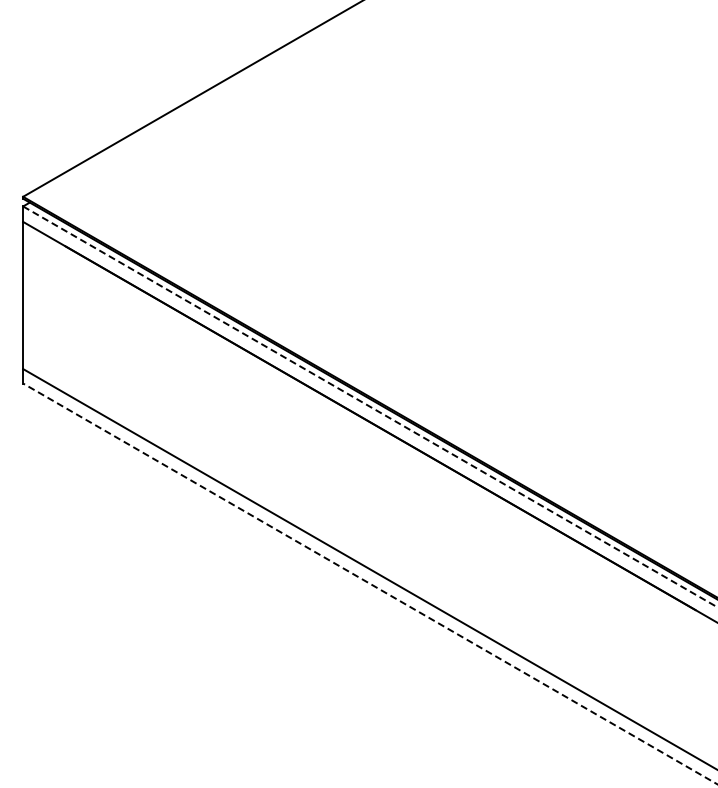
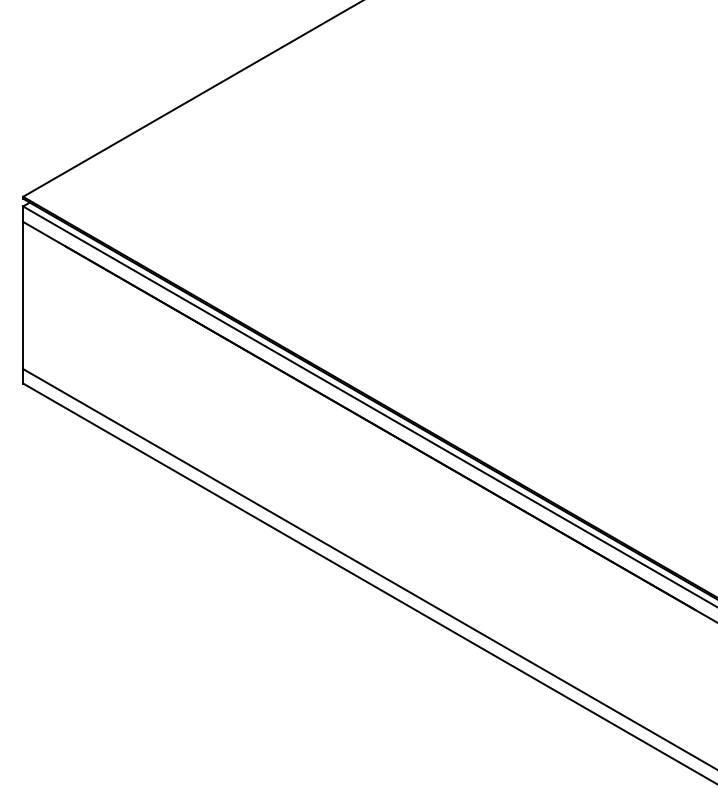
line at (370, 406): dashed -> solid
line at (370, 583): dashed -> solid
